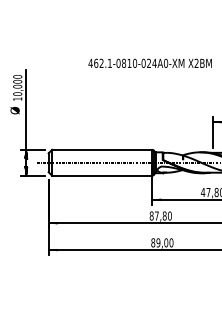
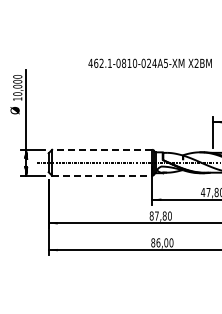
text at (165, 63): 462.1-0810-024A0-XM -> 462.1-0810-024A5-XM
line at (101, 149): solid -> dashed
line at (102, 175): solid -> dashed
text at (158, 242): 89,00 -> 86,00
